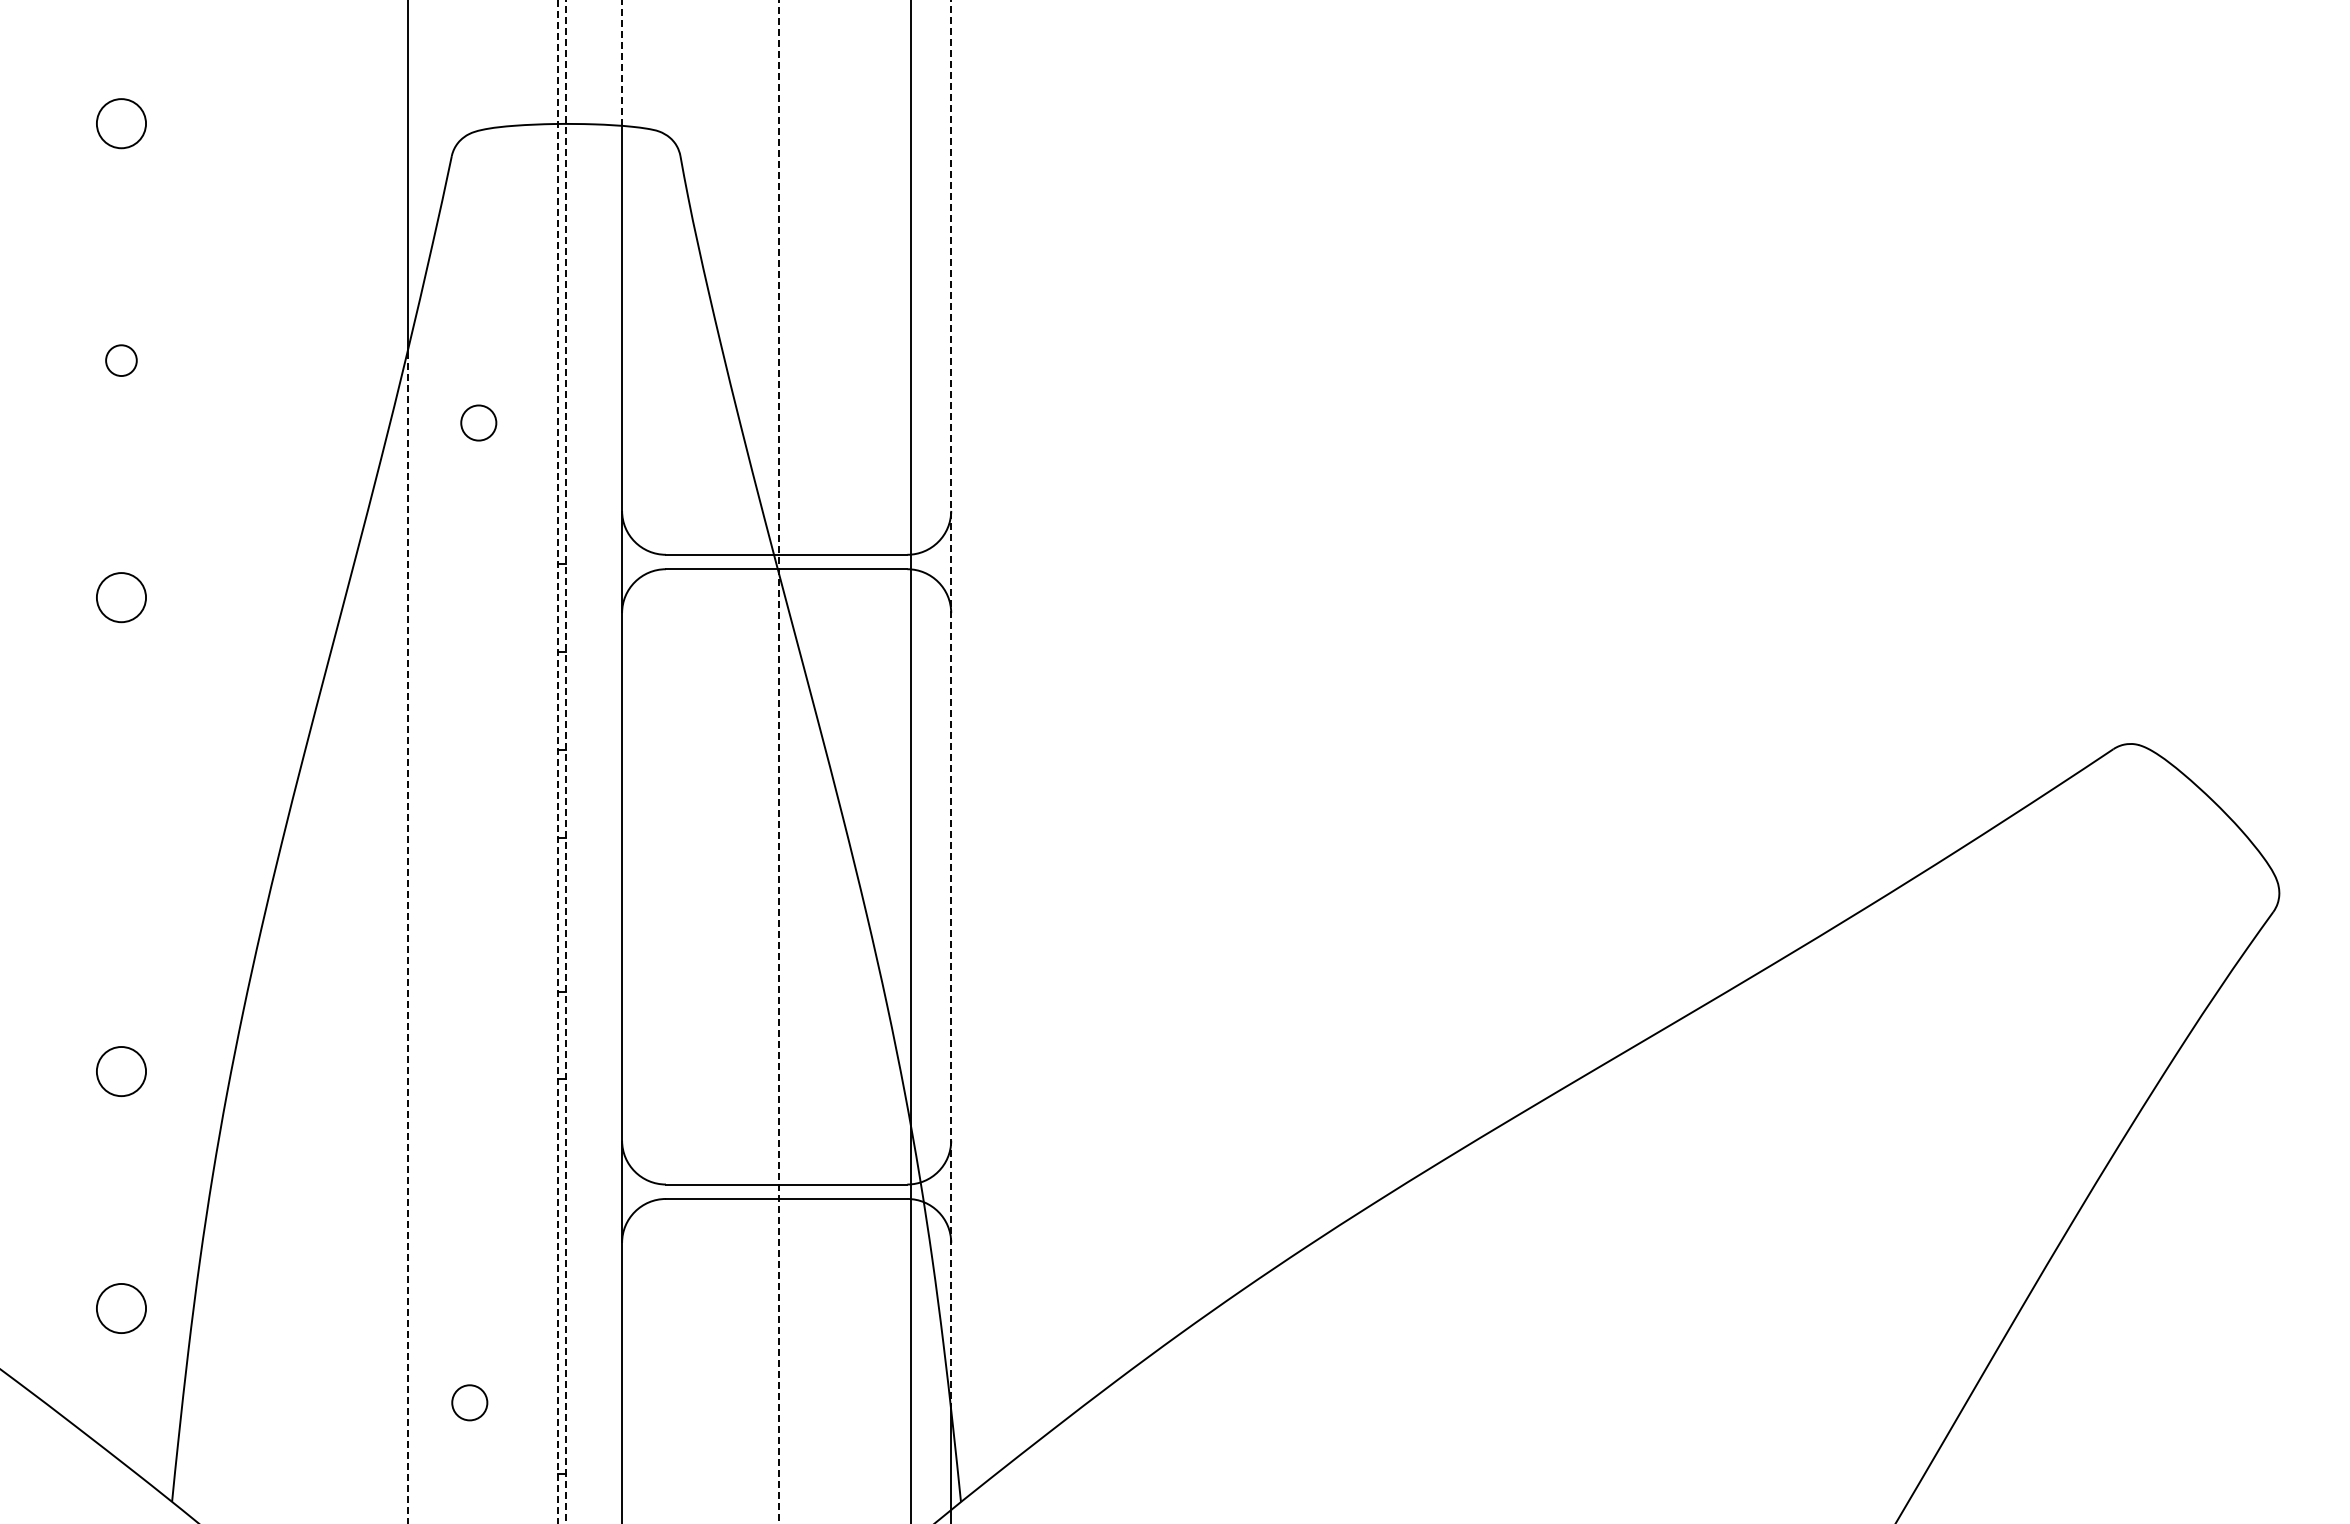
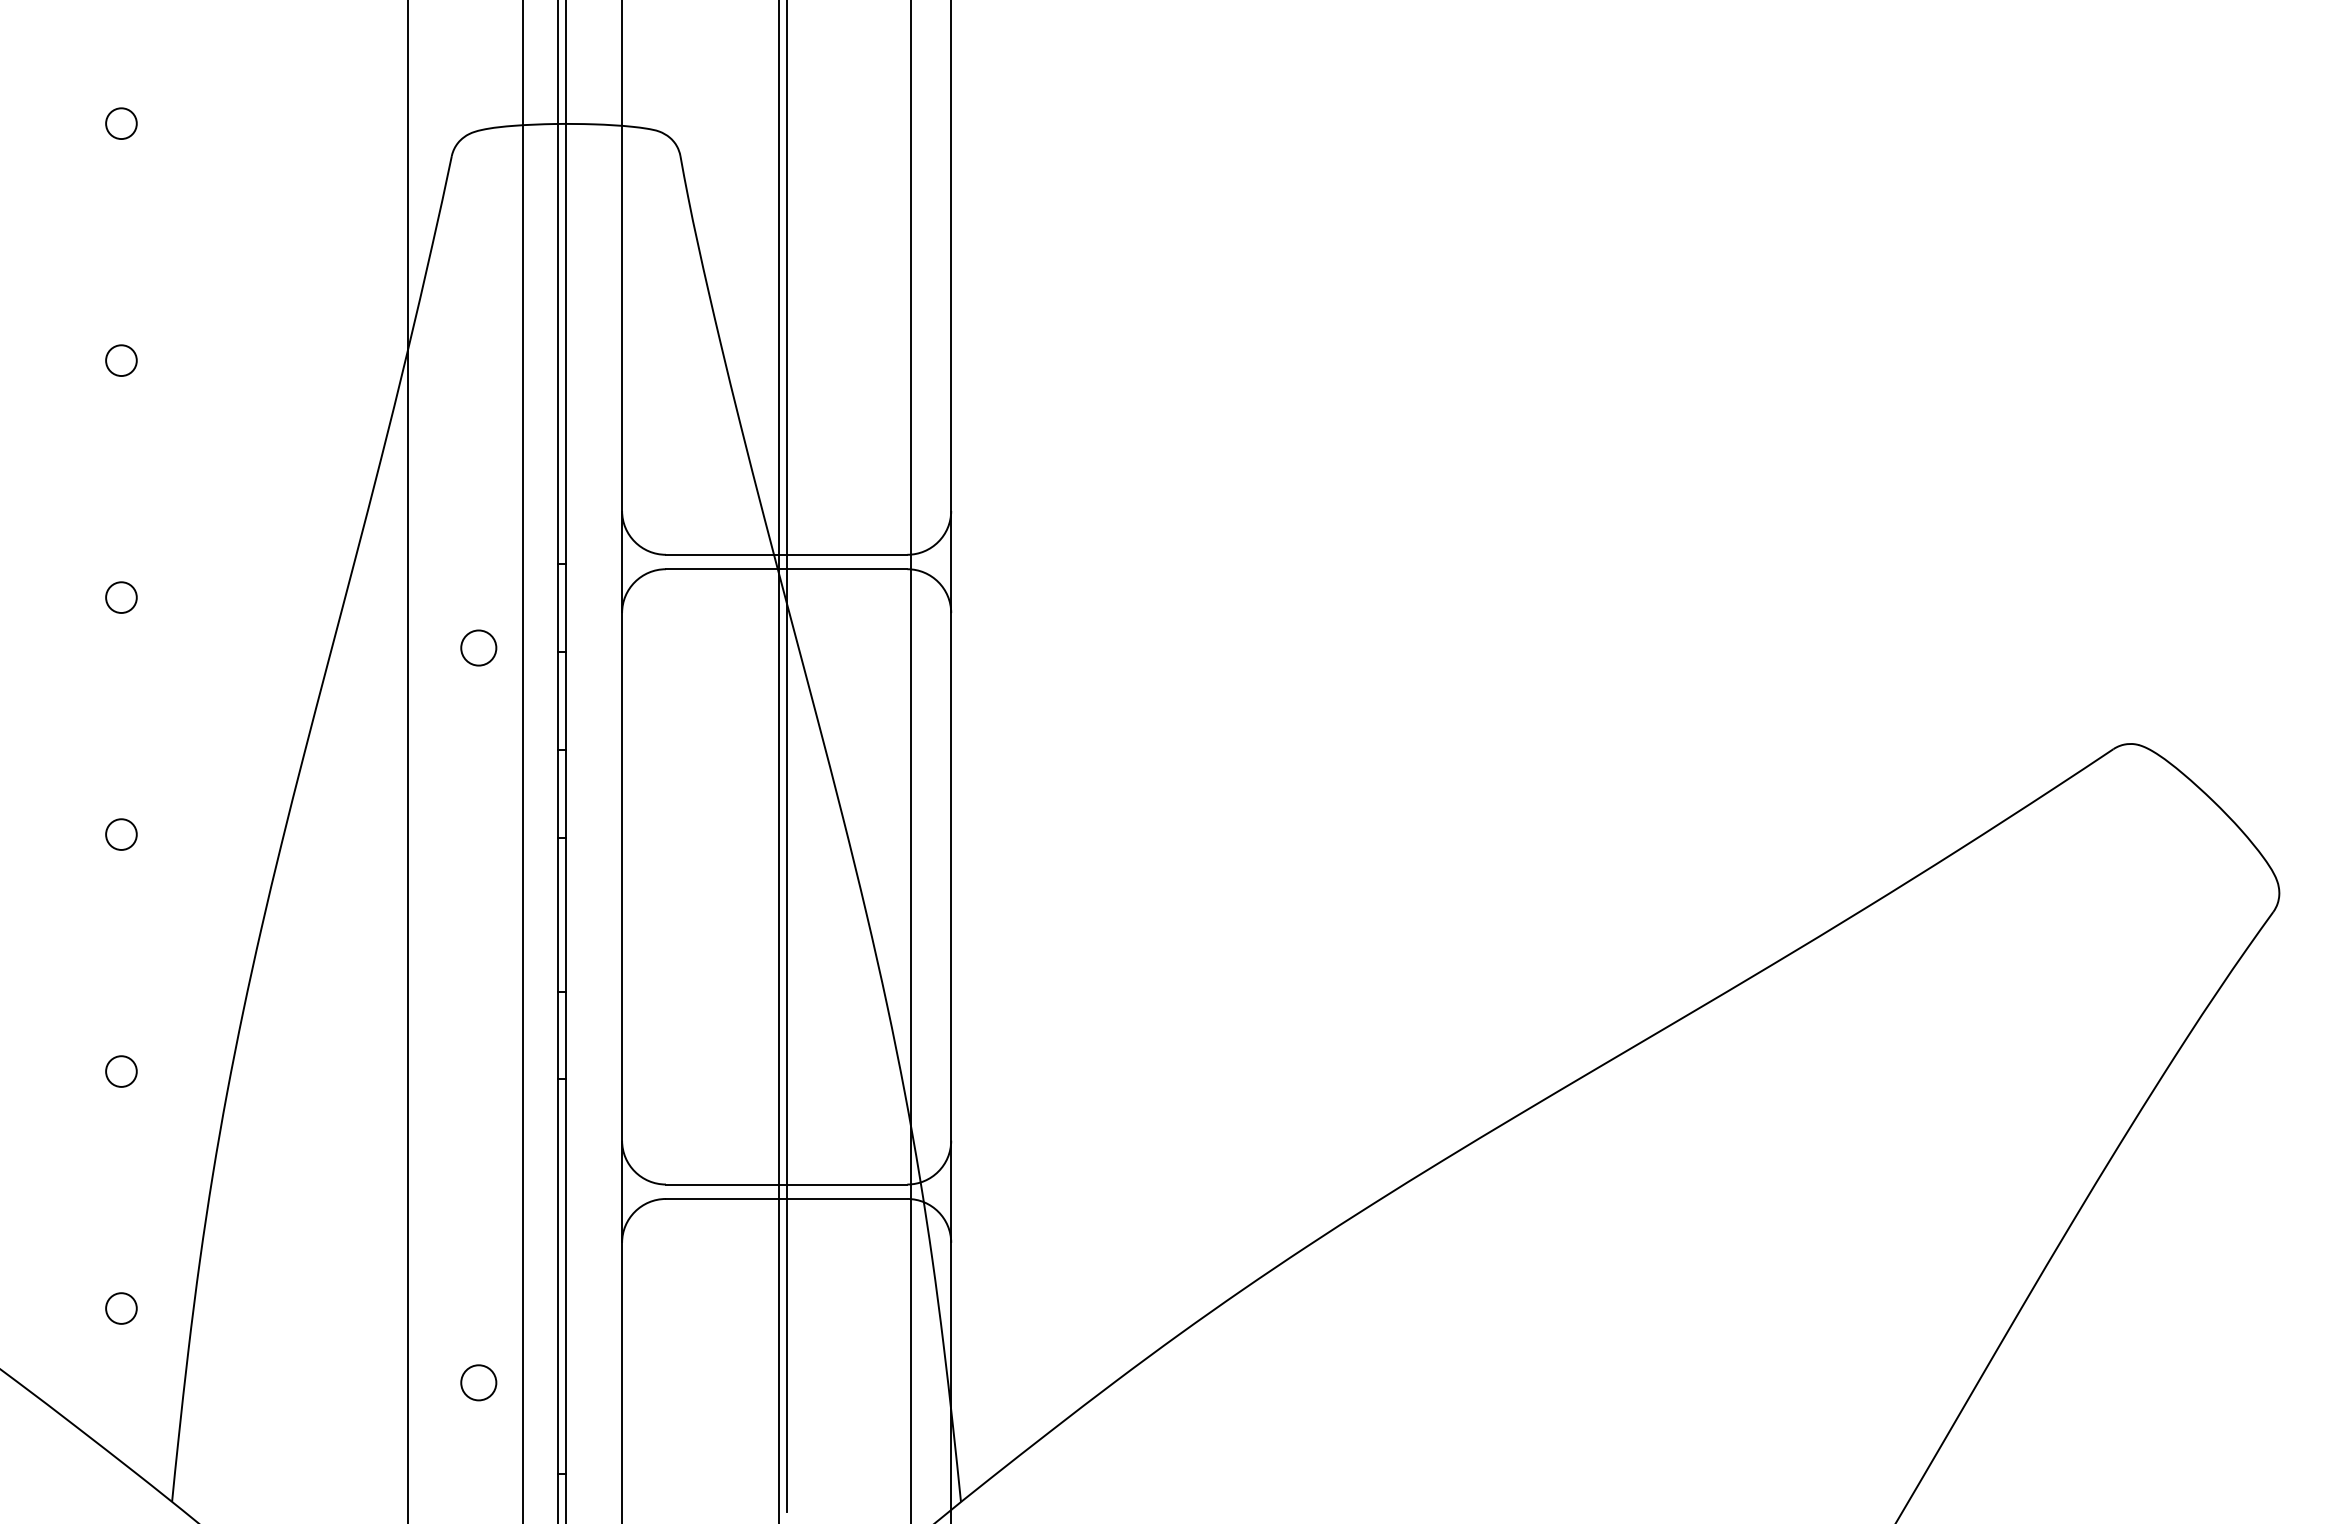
line at (622, 62): dashed -> solid
circle at (121, 123) diameter: 49 px -> 31 px
circle at (478, 422) position: (478, 422) -> (478, 647)
circle at (121, 597) diameter: 49 px -> 31 px
line at (951, 705): dashed -> solid
line at (786, 756): none -> present
line at (522, 761): none -> present
line at (557, 761): dashed -> solid
line at (566, 762): dashed -> solid
line at (779, 762): dashed -> solid
circle at (121, 834): none -> present
line at (407, 936): dashed -> solid
circle at (121, 1071) diameter: 49 px -> 31 px
circle at (121, 1308) diameter: 49 px -> 31 px
circle at (469, 1402) position: (469, 1402) -> (478, 1382)
